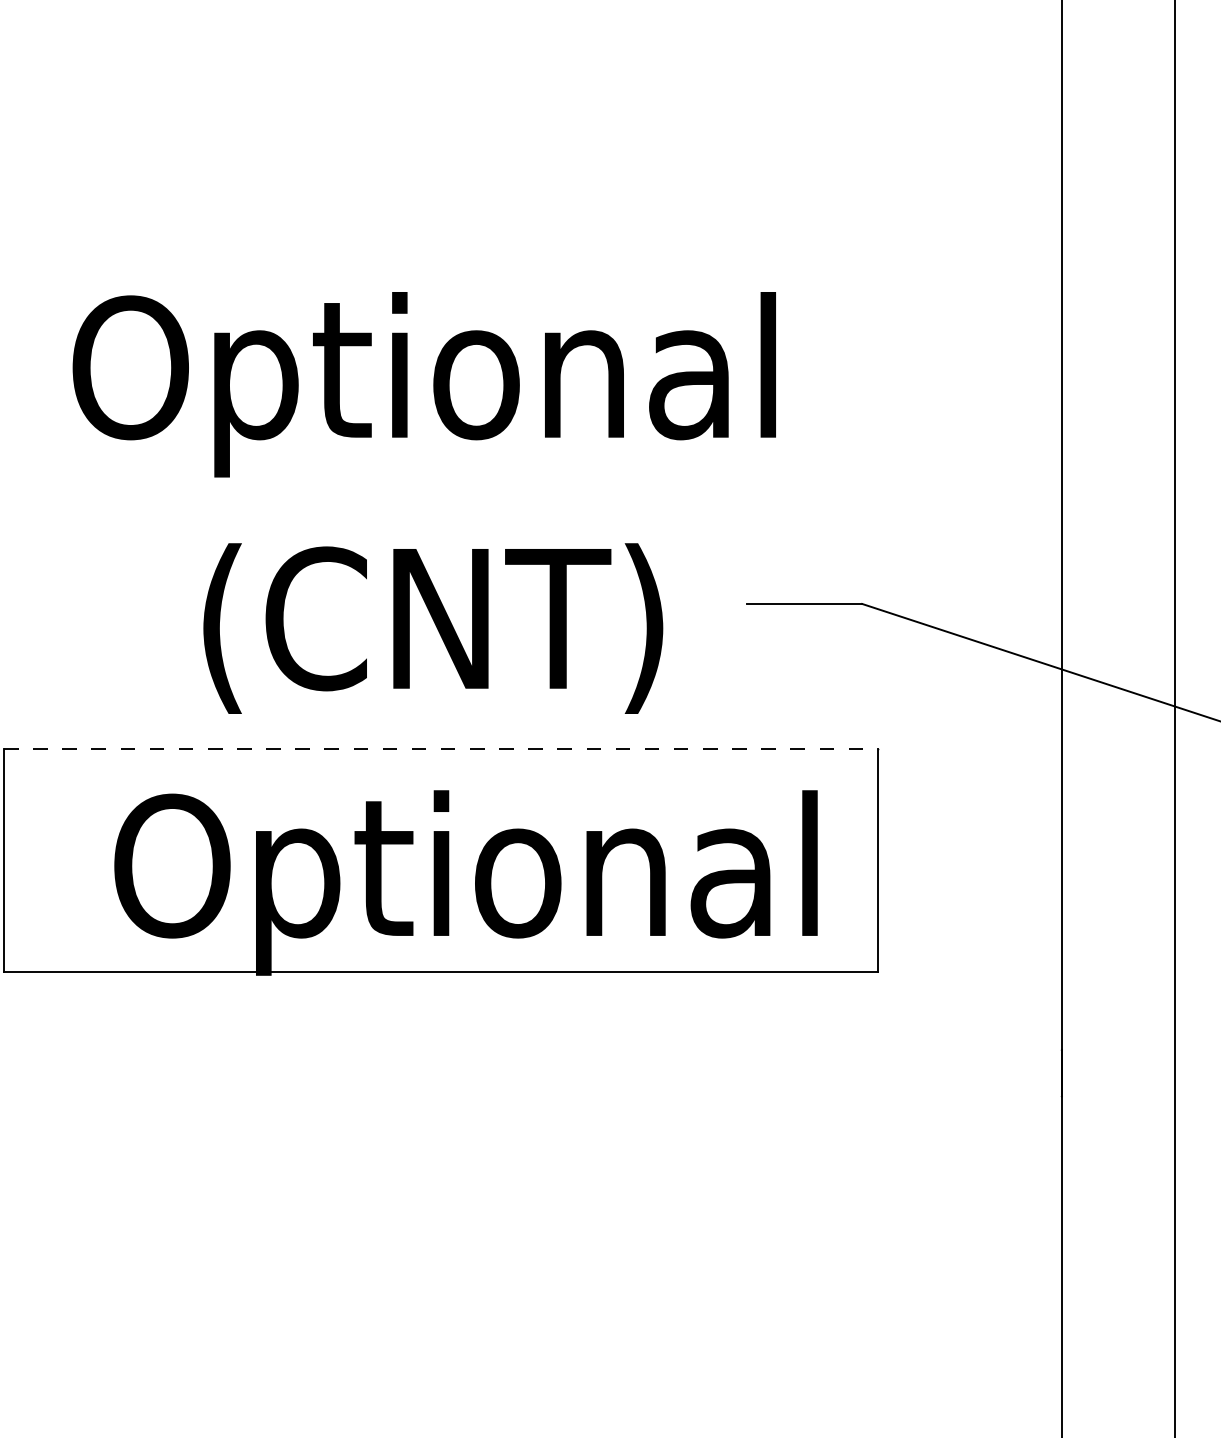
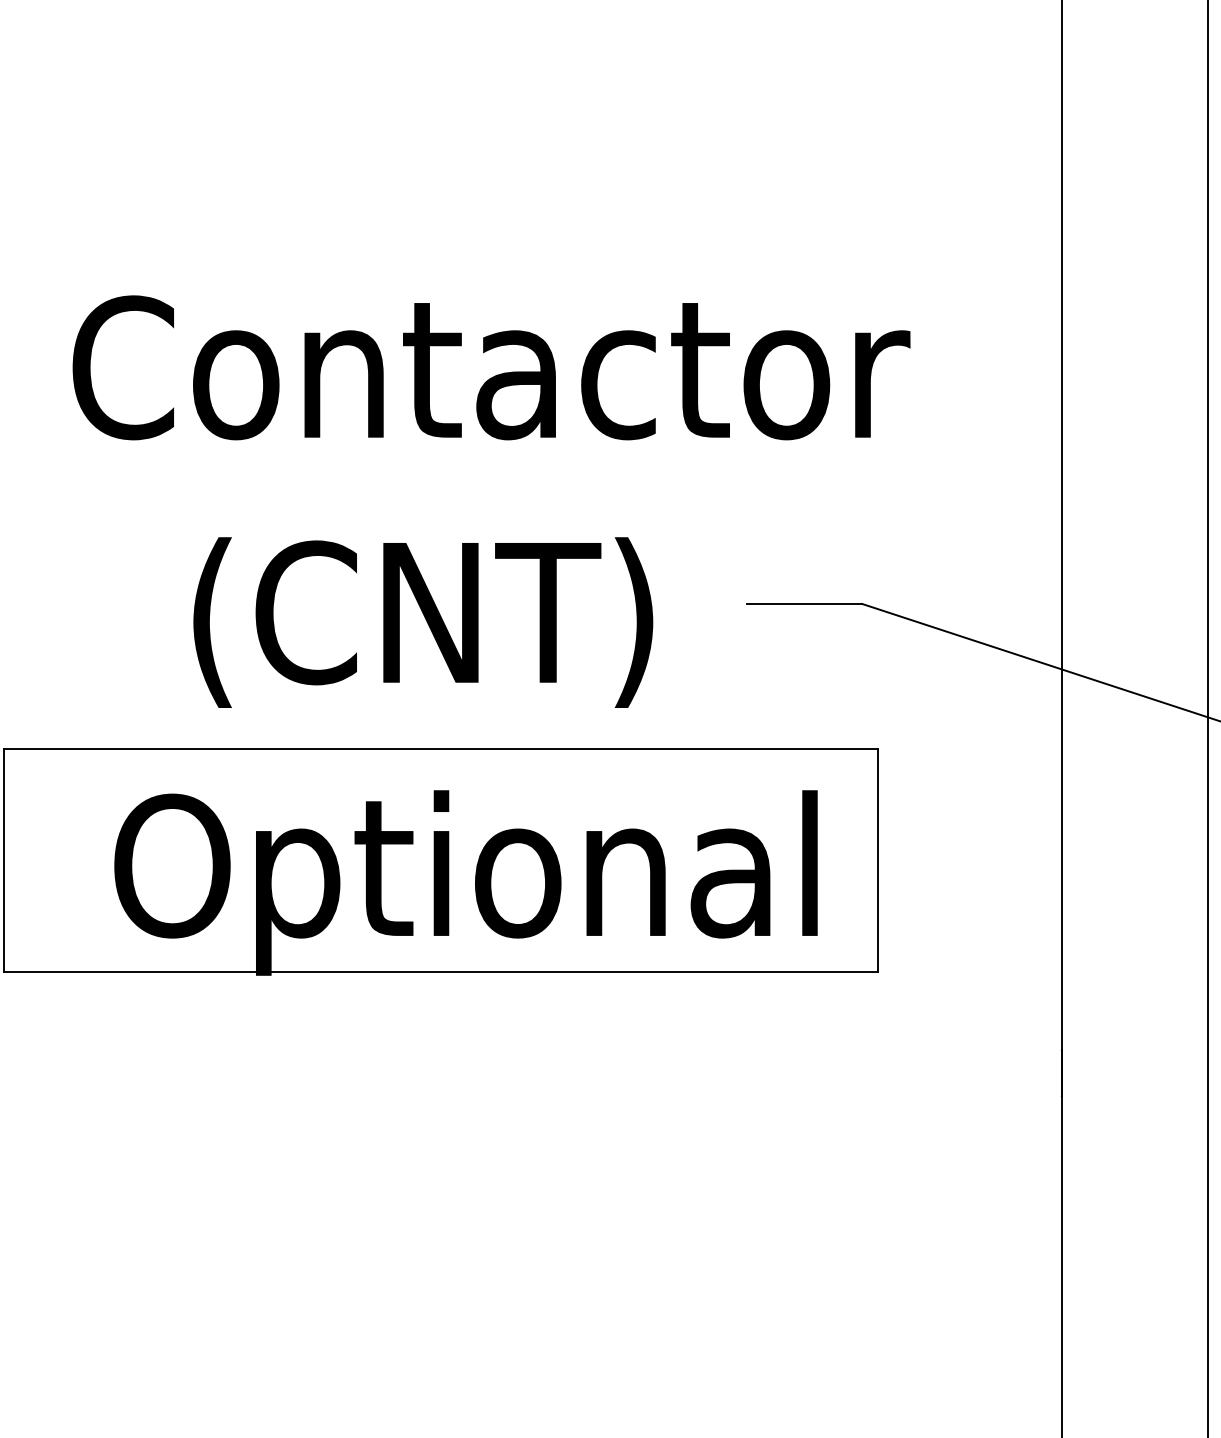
text at (495, 384): Optional -> Contactor
text at (433, 628) position: (433, 628) -> (423, 622)
line at (1174, 718) position: (1174, 718) -> (1207, 718)
line at (440, 748): dashed -> solid
